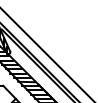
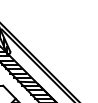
line at (47, 54): present -> none
